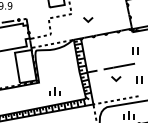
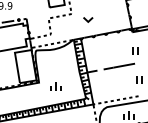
part at (116, 78): present -> none
part at (54, 91) position: (54, 91) -> (55, 86)
